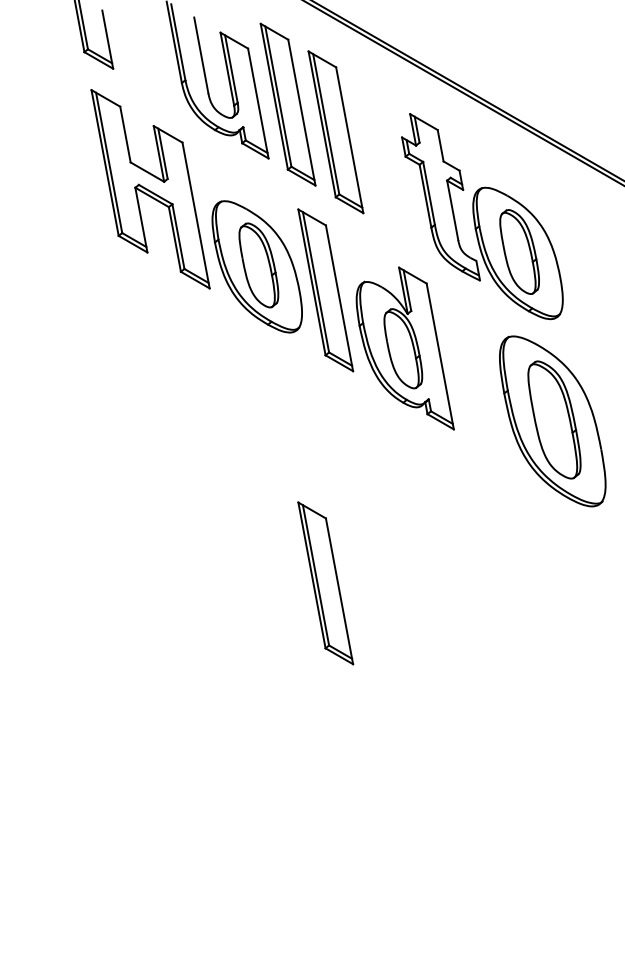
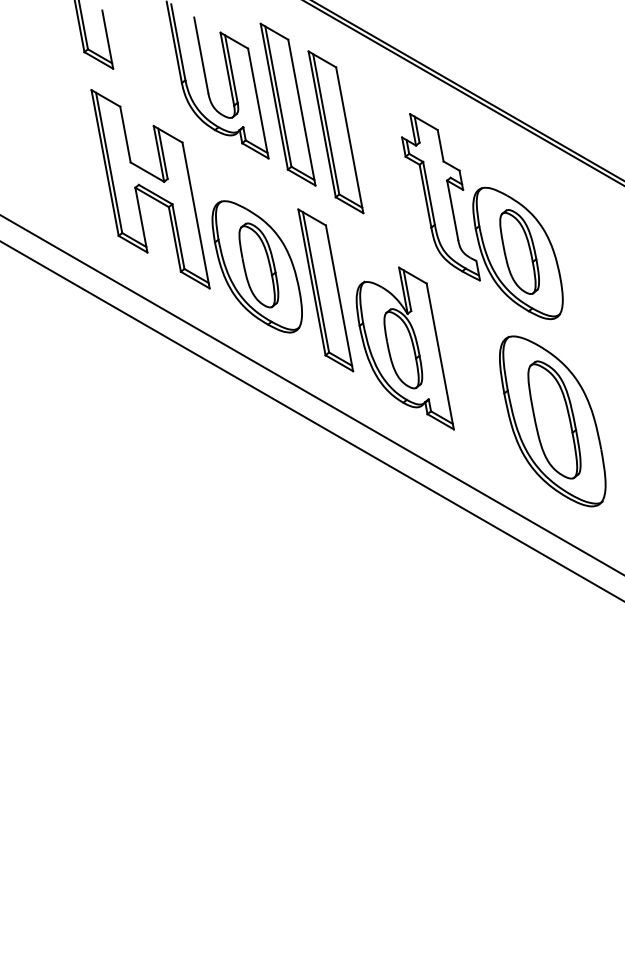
line at (311, 394): none -> present
line at (311, 420): none -> present
part at (325, 583): present -> none
